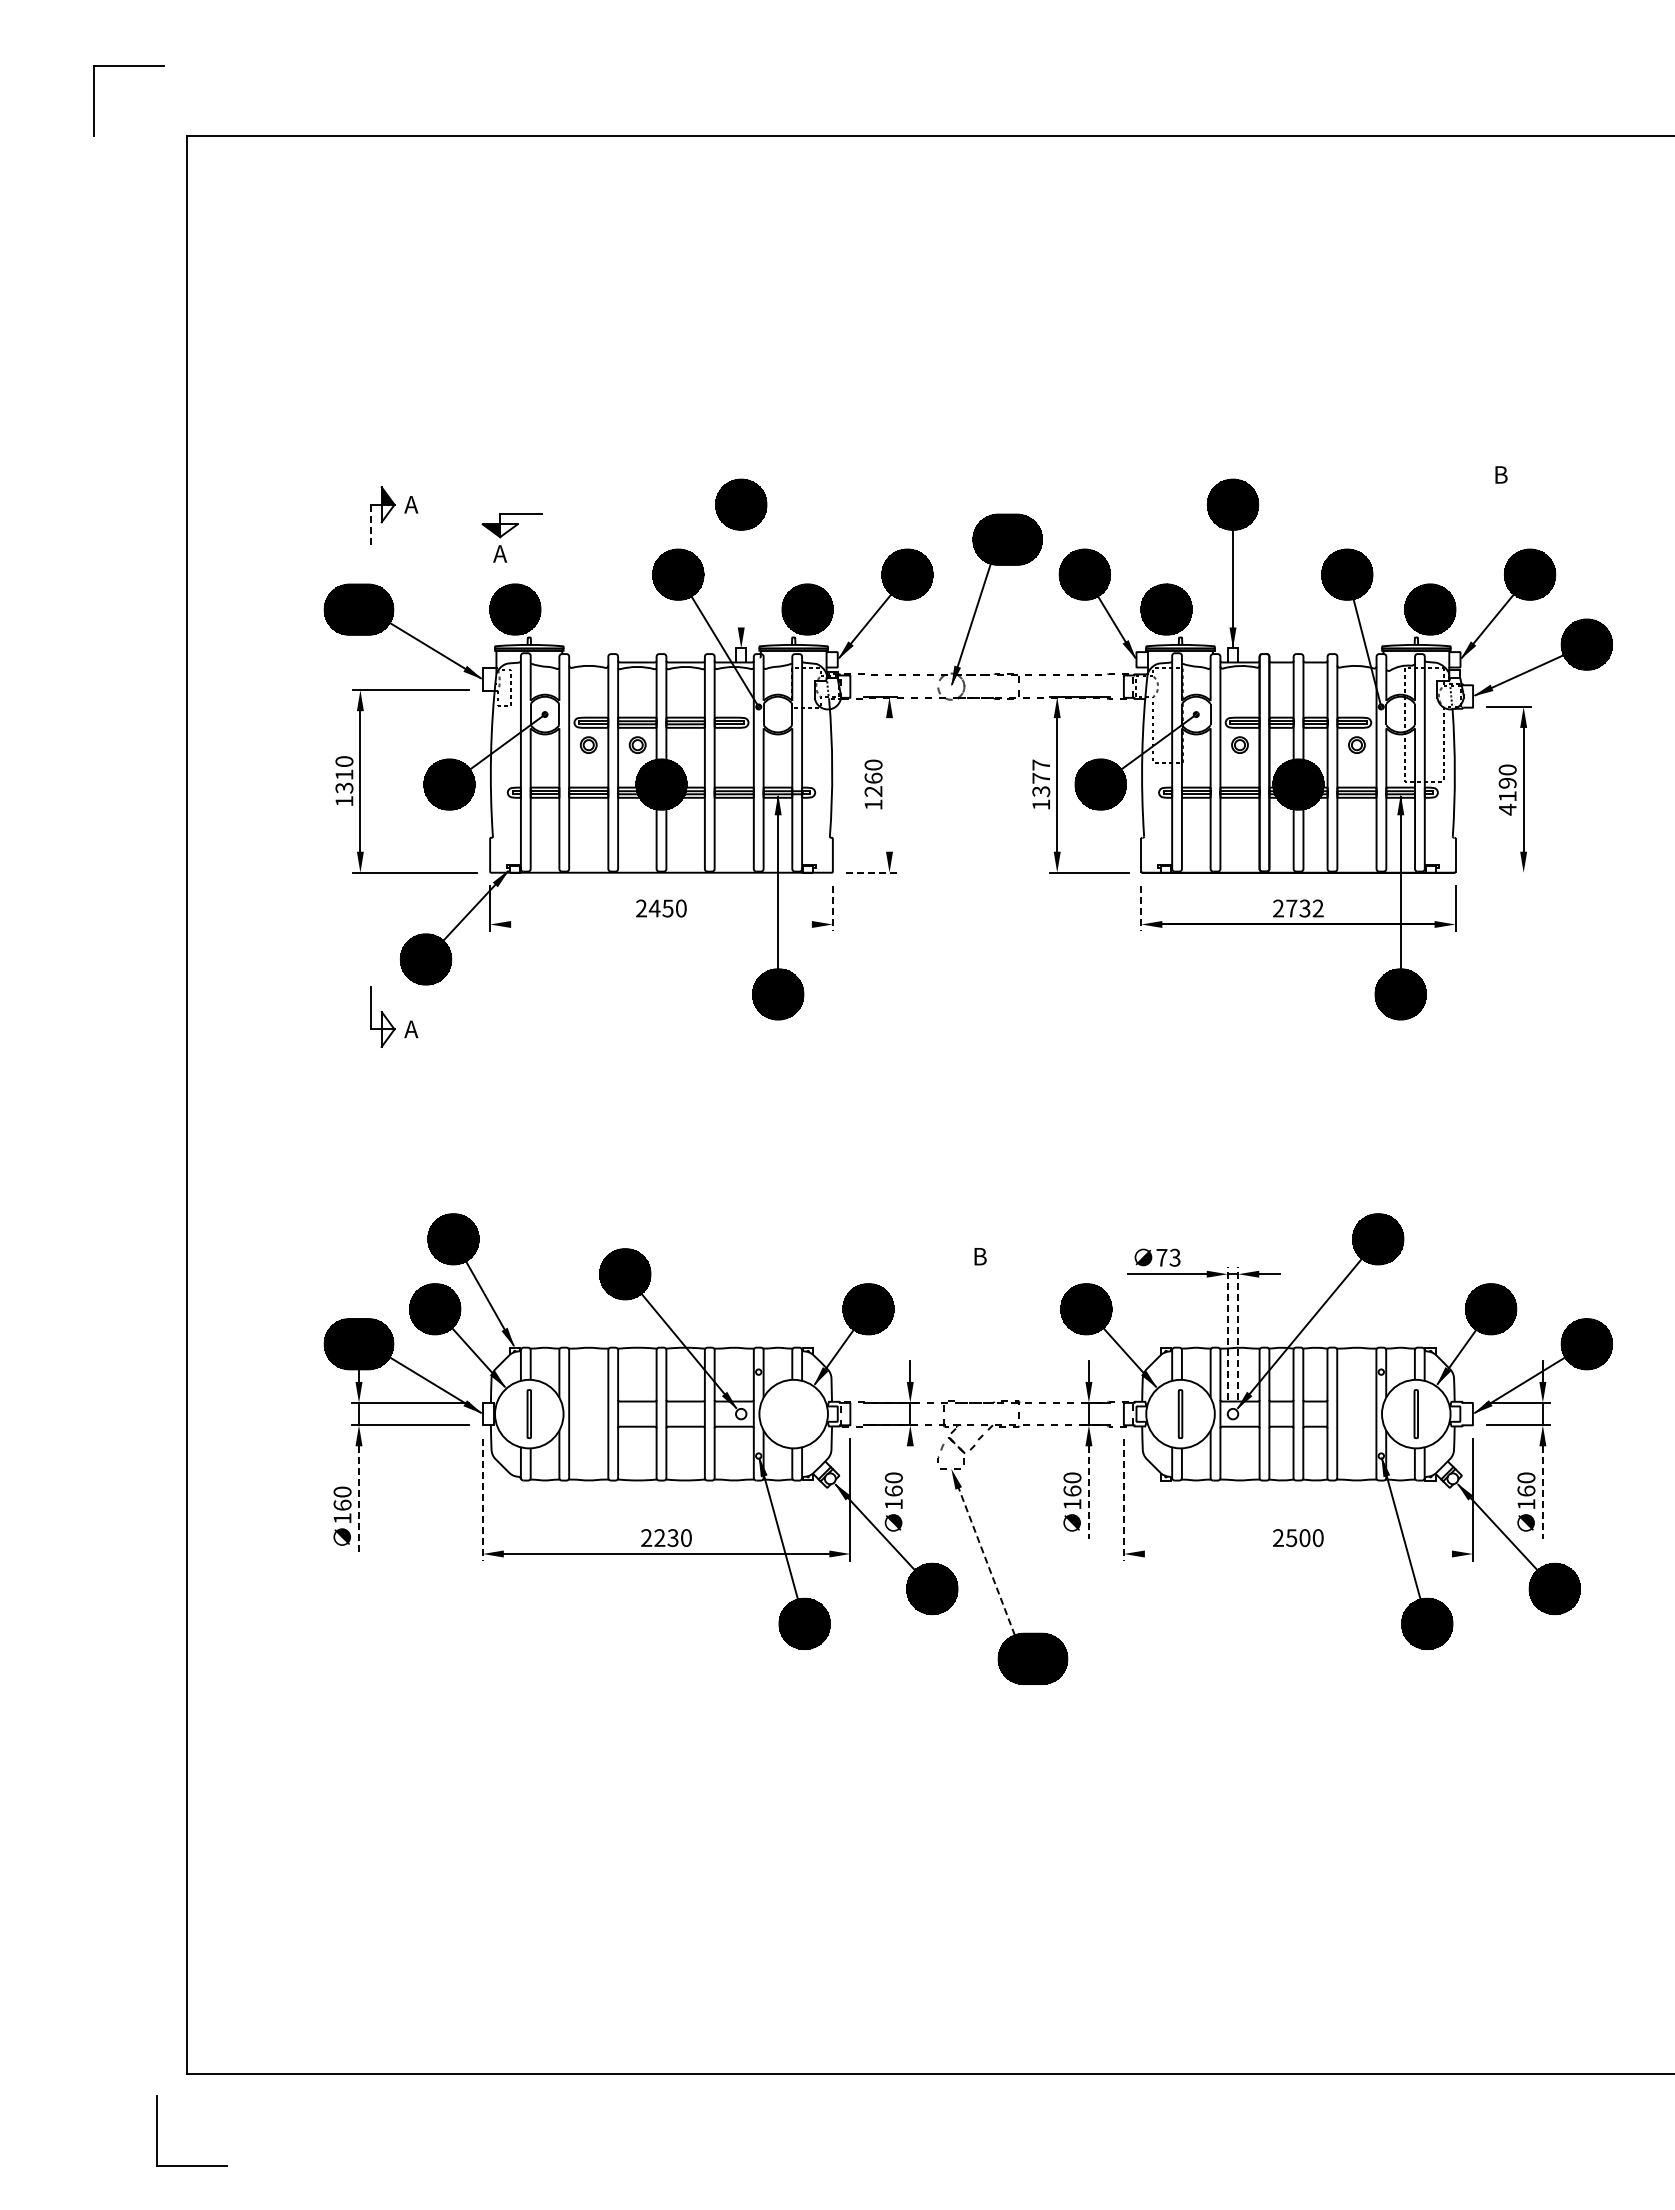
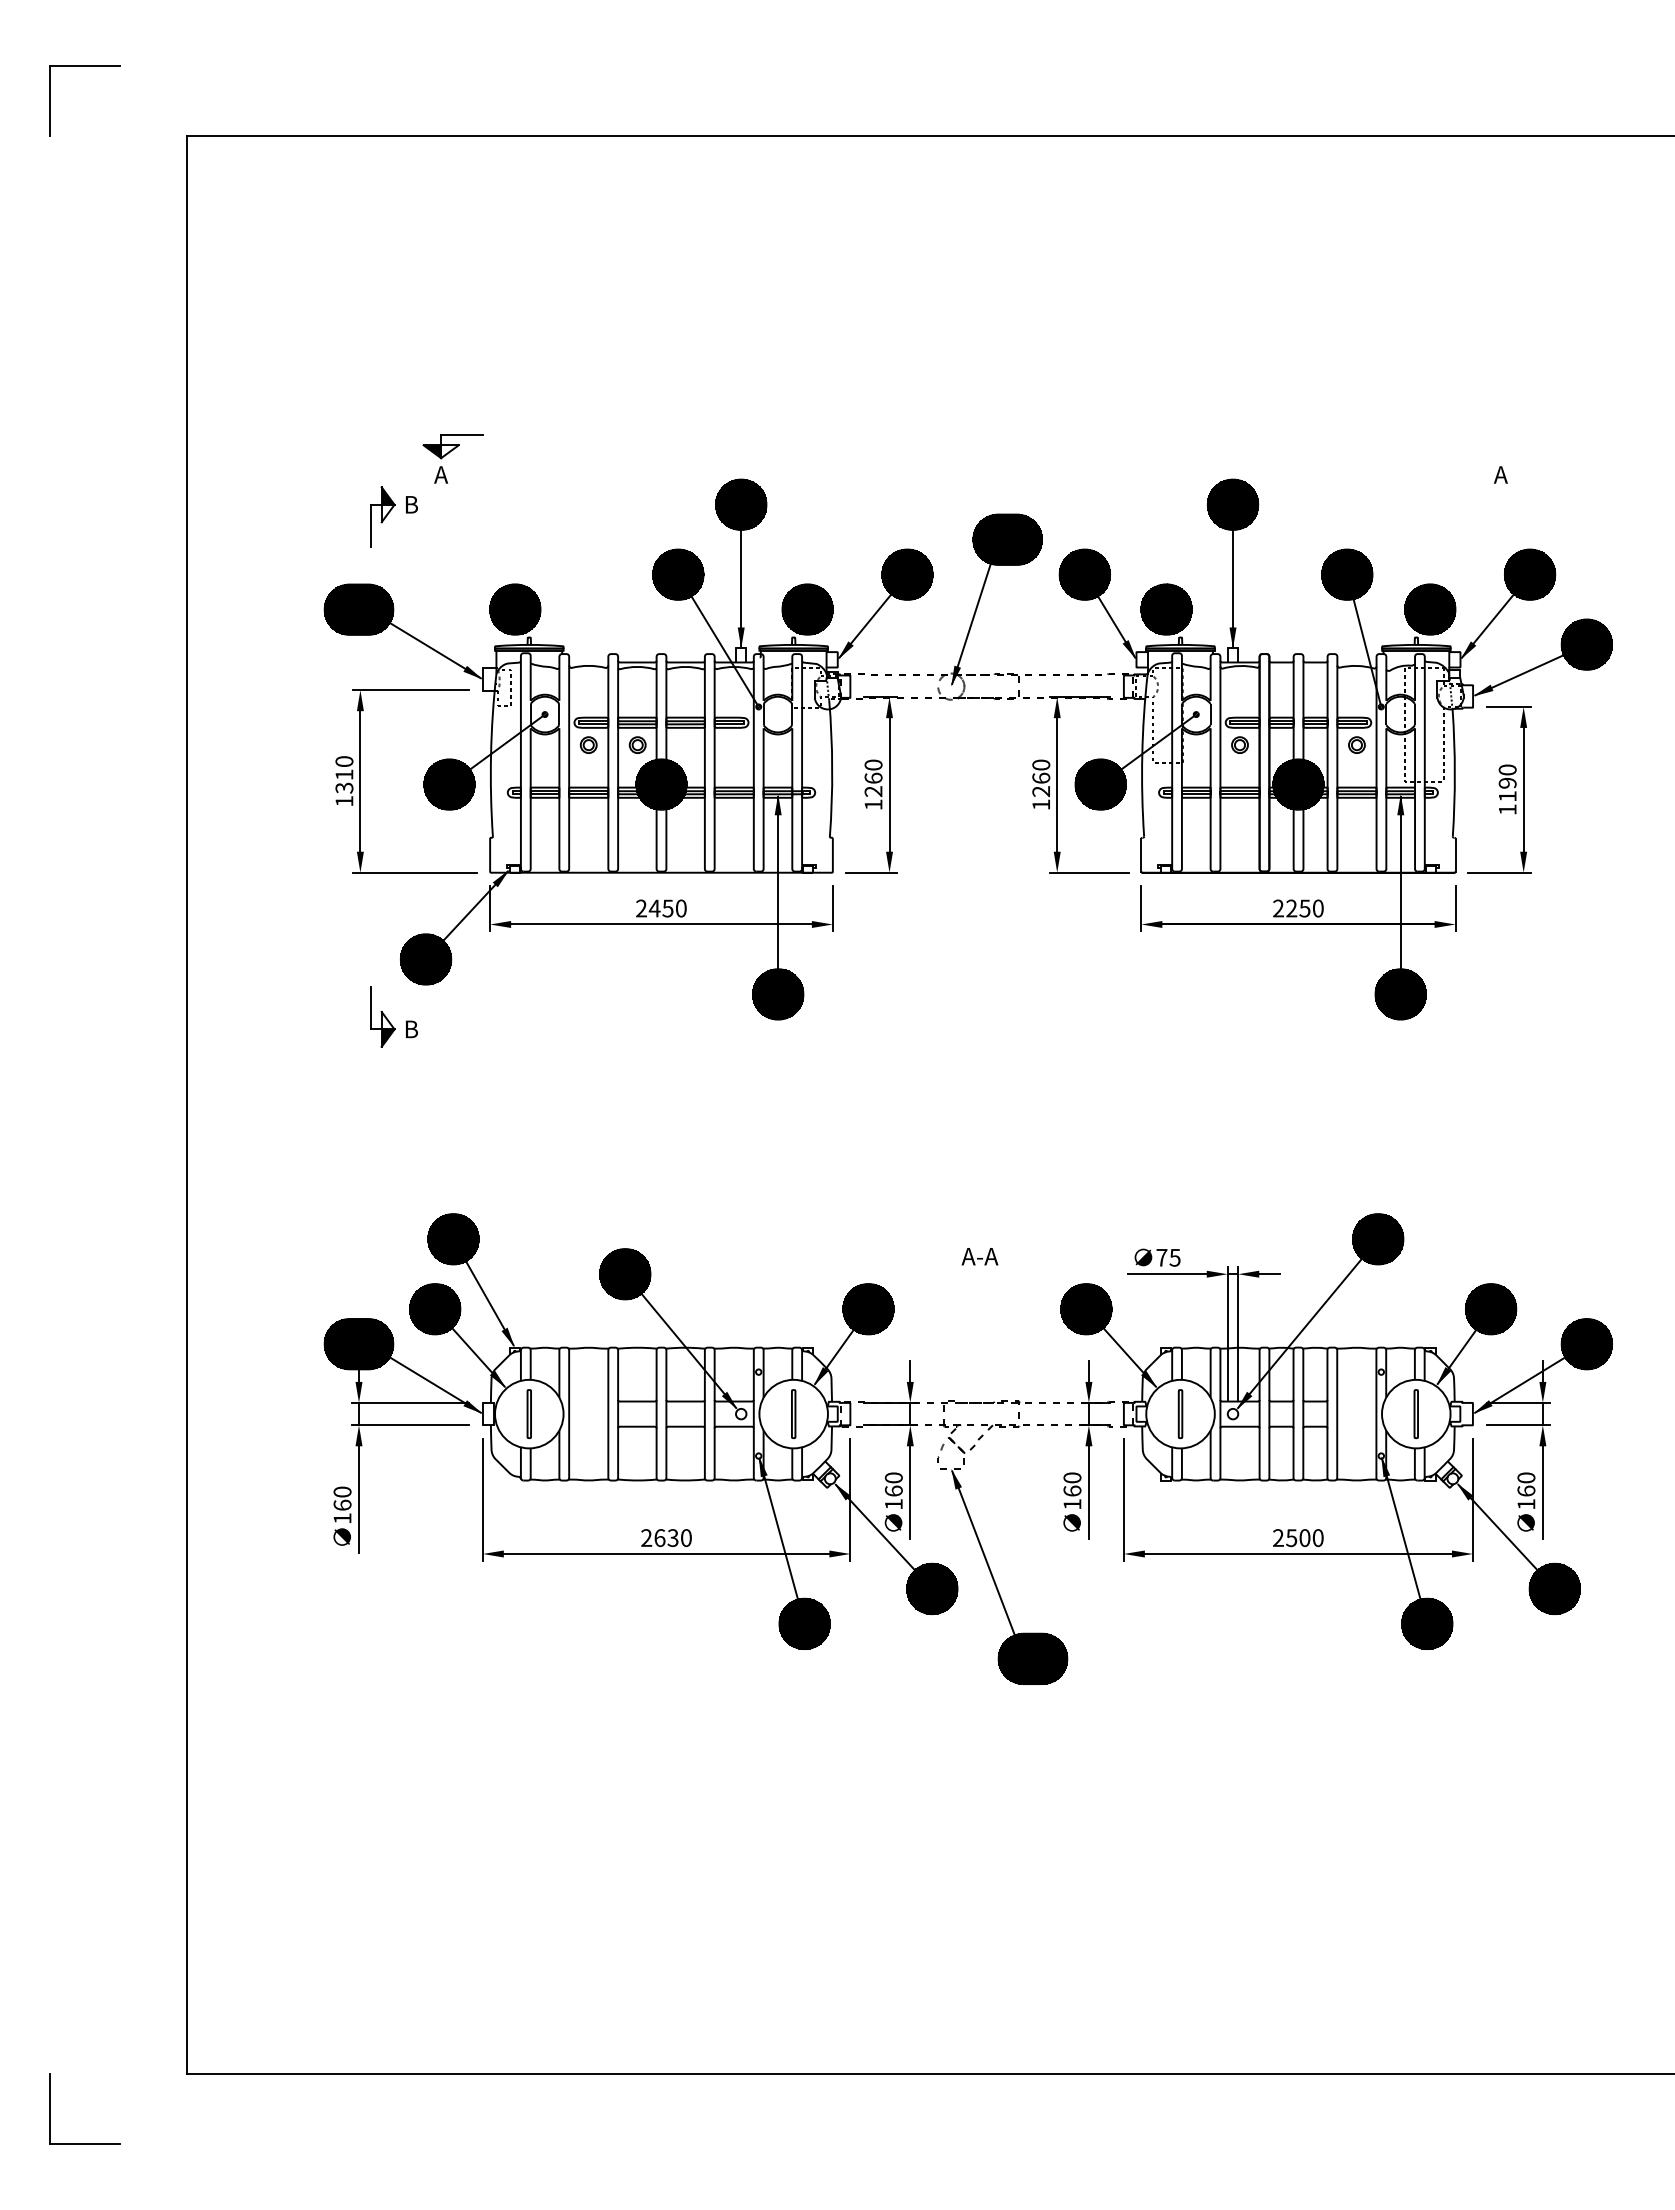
part at (128, 66) position: (128, 66) -> (84, 66)
text at (1500, 474): B -> A
text at (411, 504): A -> B
line at (371, 525): dashed -> solid
part at (511, 537) position: (511, 537) -> (452, 458)
line at (741, 587): none -> present
text at (1041, 778): 1377 -> 1260
line at (889, 784): none -> present
text at (1507, 809): 4190 -> 1190
line at (871, 872): dashed -> solid
line at (1499, 872): none -> present
line at (832, 908): dashed -> solid
line at (1141, 908): dashed -> solid
text at (1304, 908): 2732 -> 2250
line at (661, 924): none -> present
text at (411, 1029): A -> B
fill at (387, 1037): none -> present
text at (979, 1256): B -> A-A
text at (1175, 1257): 73 -> 75
line at (1227, 1333): dashed -> solid
line at (1238, 1333): dashed -> solid
part at (793, 1414): none -> present
line at (910, 1492): none -> present
line at (1088, 1493): dashed -> solid
line at (1542, 1493): dashed -> solid
line at (359, 1500): dashed -> solid
line at (482, 1500): dashed -> solid
line at (1123, 1500): dashed -> solid
text at (659, 1538): 2230 -> 2630
line at (983, 1553): dashed -> solid
line at (1297, 1554): none -> present
part at (157, 2130) position: (157, 2130) -> (50, 2108)
